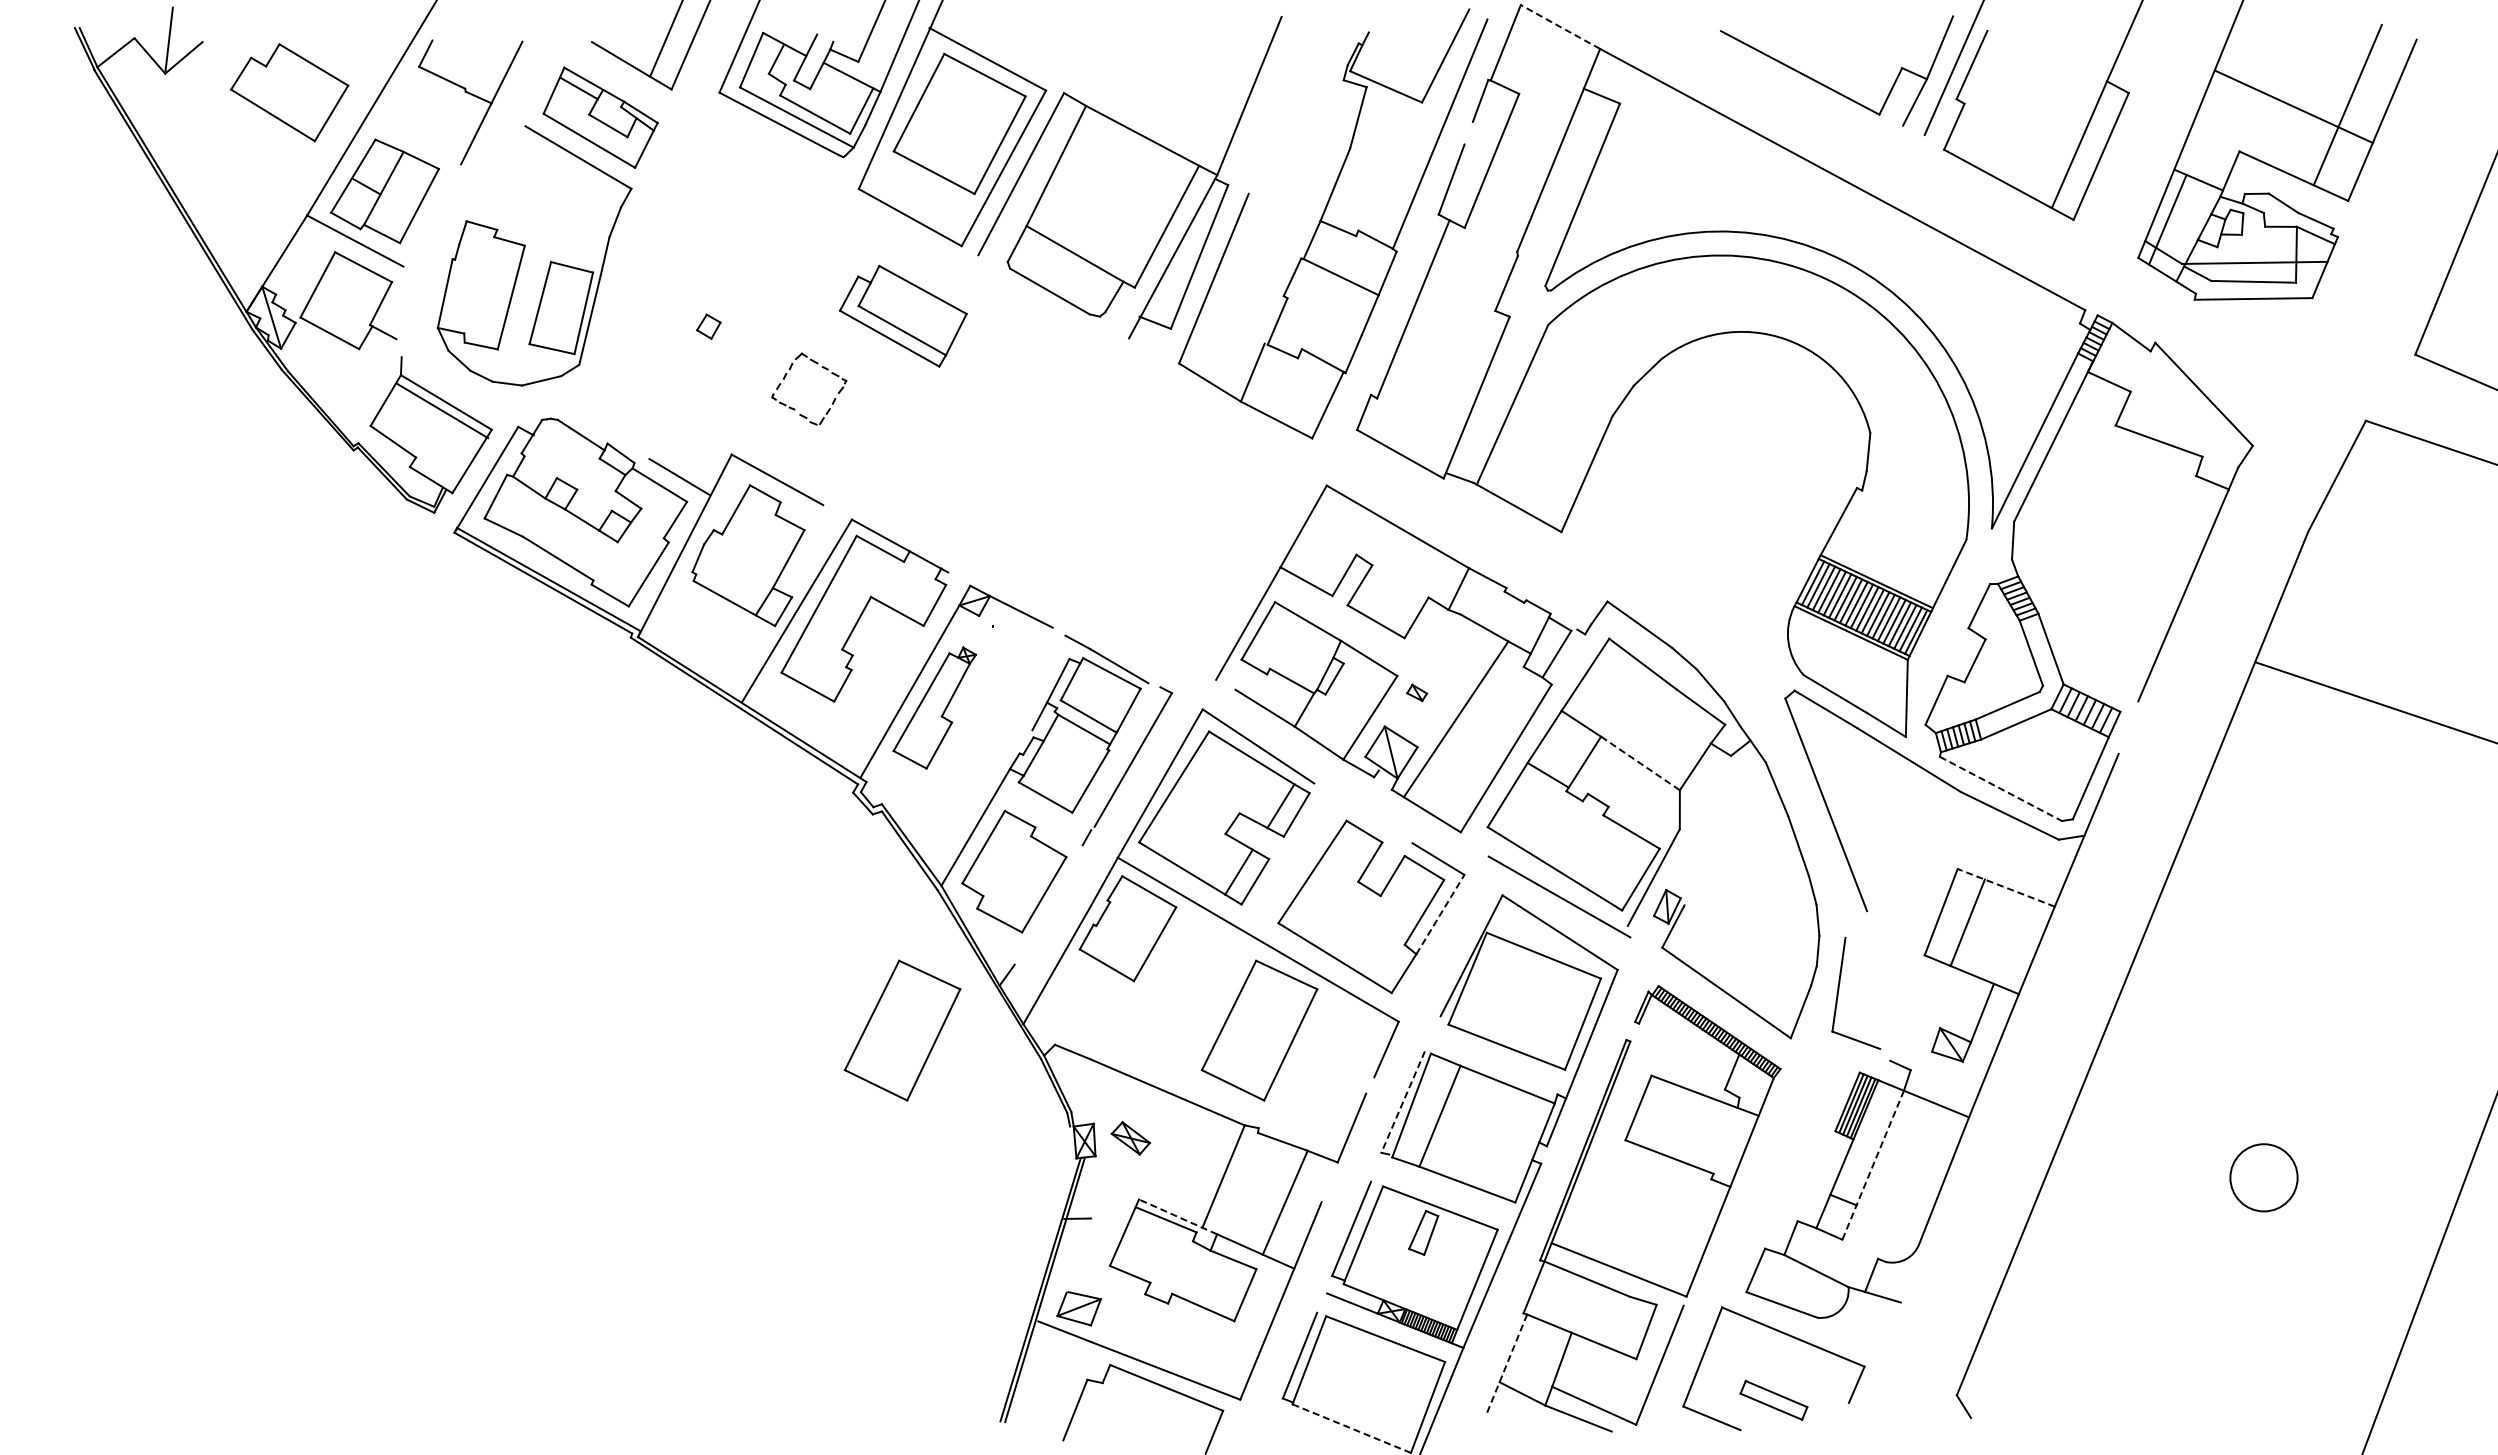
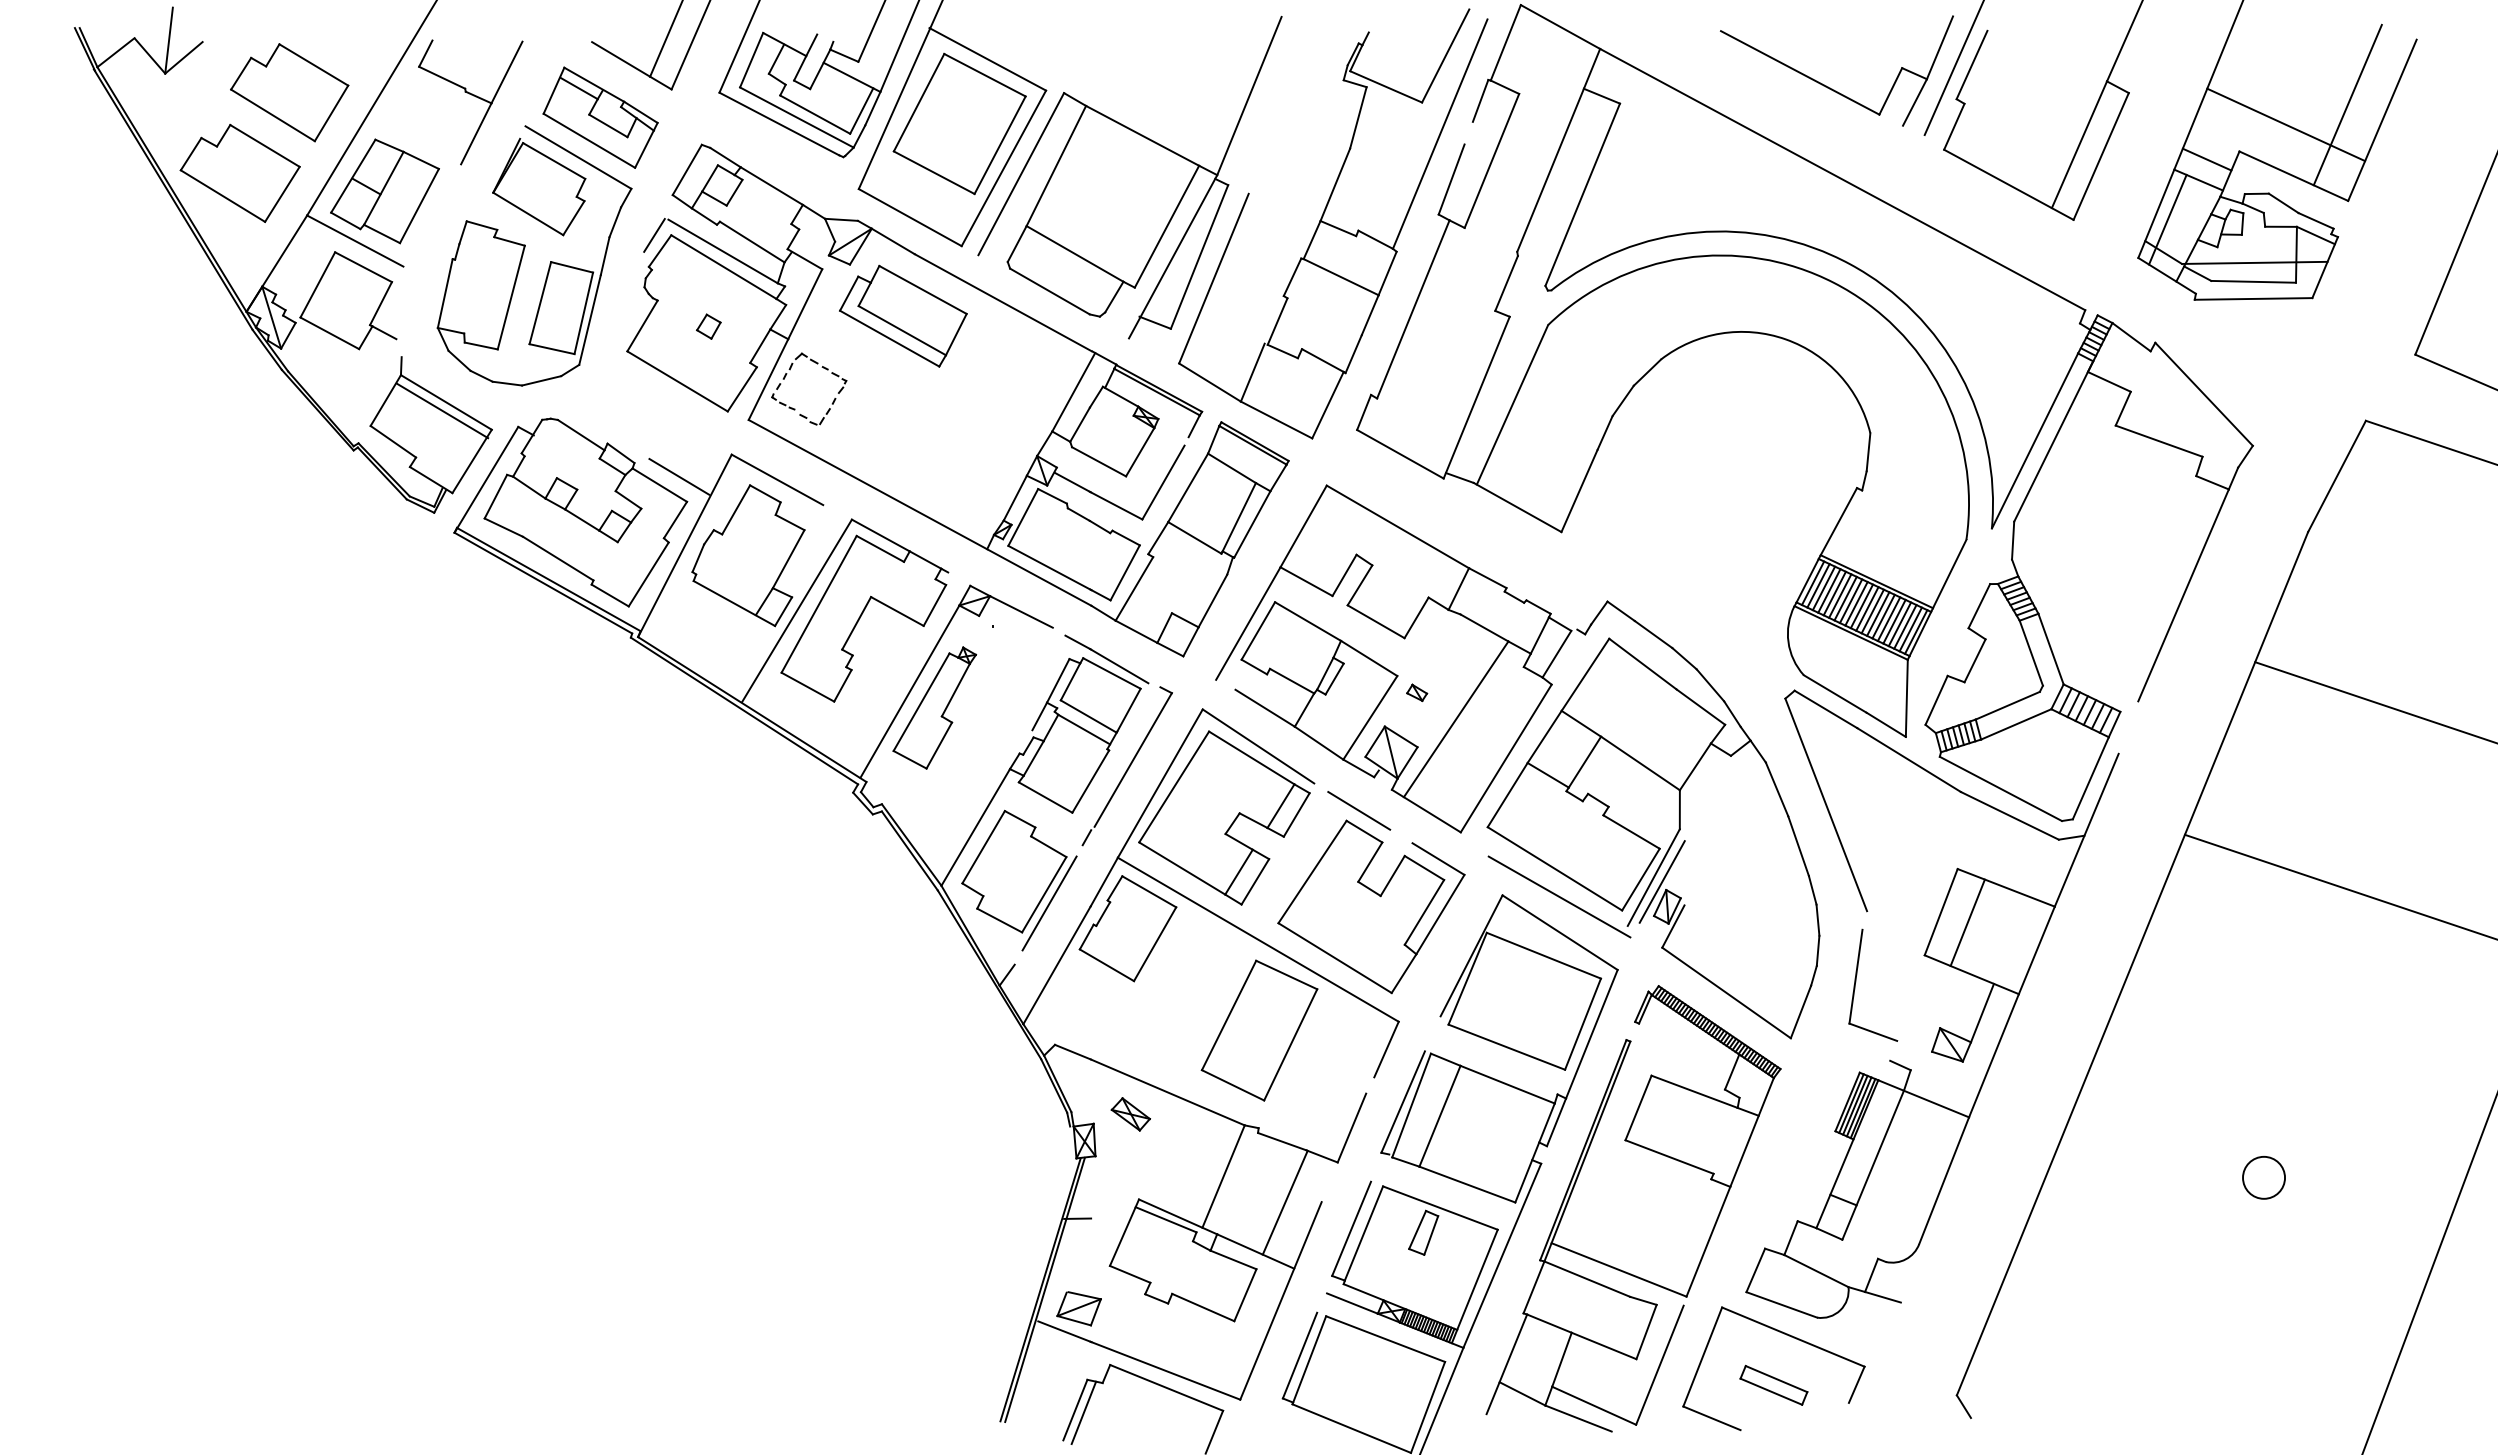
line at (1560, 26): dashed -> solid
line at (2294, 106) position: (2294, 106) -> (2286, 124)
line at (2206, 159): none -> present
part at (239, 172): none -> present
part at (539, 186): none -> present
part at (957, 400): none -> present
line at (1640, 763): dashed -> solid
line at (2000, 788): dashed -> solid
line at (1359, 810): none -> present
line at (1661, 881): none -> present
line at (2339, 886): none -> present
line at (2005, 887): dashed -> solid
line at (1049, 903): none -> present
line at (1440, 914): dashed -> solid
part at (1839, 990) position: (1839, 990) -> (1856, 982)
part at (902, 1030): present -> none
line at (1402, 1102): dashed -> solid
part at (1130, 1138) position: (1130, 1138) -> (1130, 1114)
line at (1873, 1165): dashed -> solid
circle at (2263, 1177) diameter: 67 px -> 42 px
line at (1178, 1216): dashed -> solid
line at (1506, 1364): dashed -> solid
part at (1773, 1399) position: (1773, 1399) -> (1773, 1384)
line at (1083, 1412): none -> present
line at (1352, 1428): dashed -> solid
